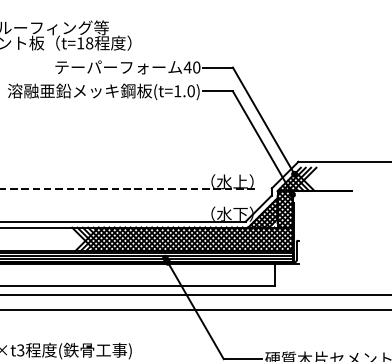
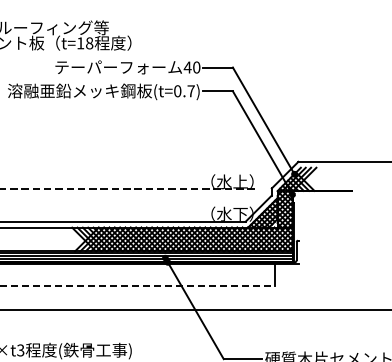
text at (184, 91): (t=1.0) -> (t=0.7)
line at (137, 286): solid -> dashed
line at (195, 295): present -> none
